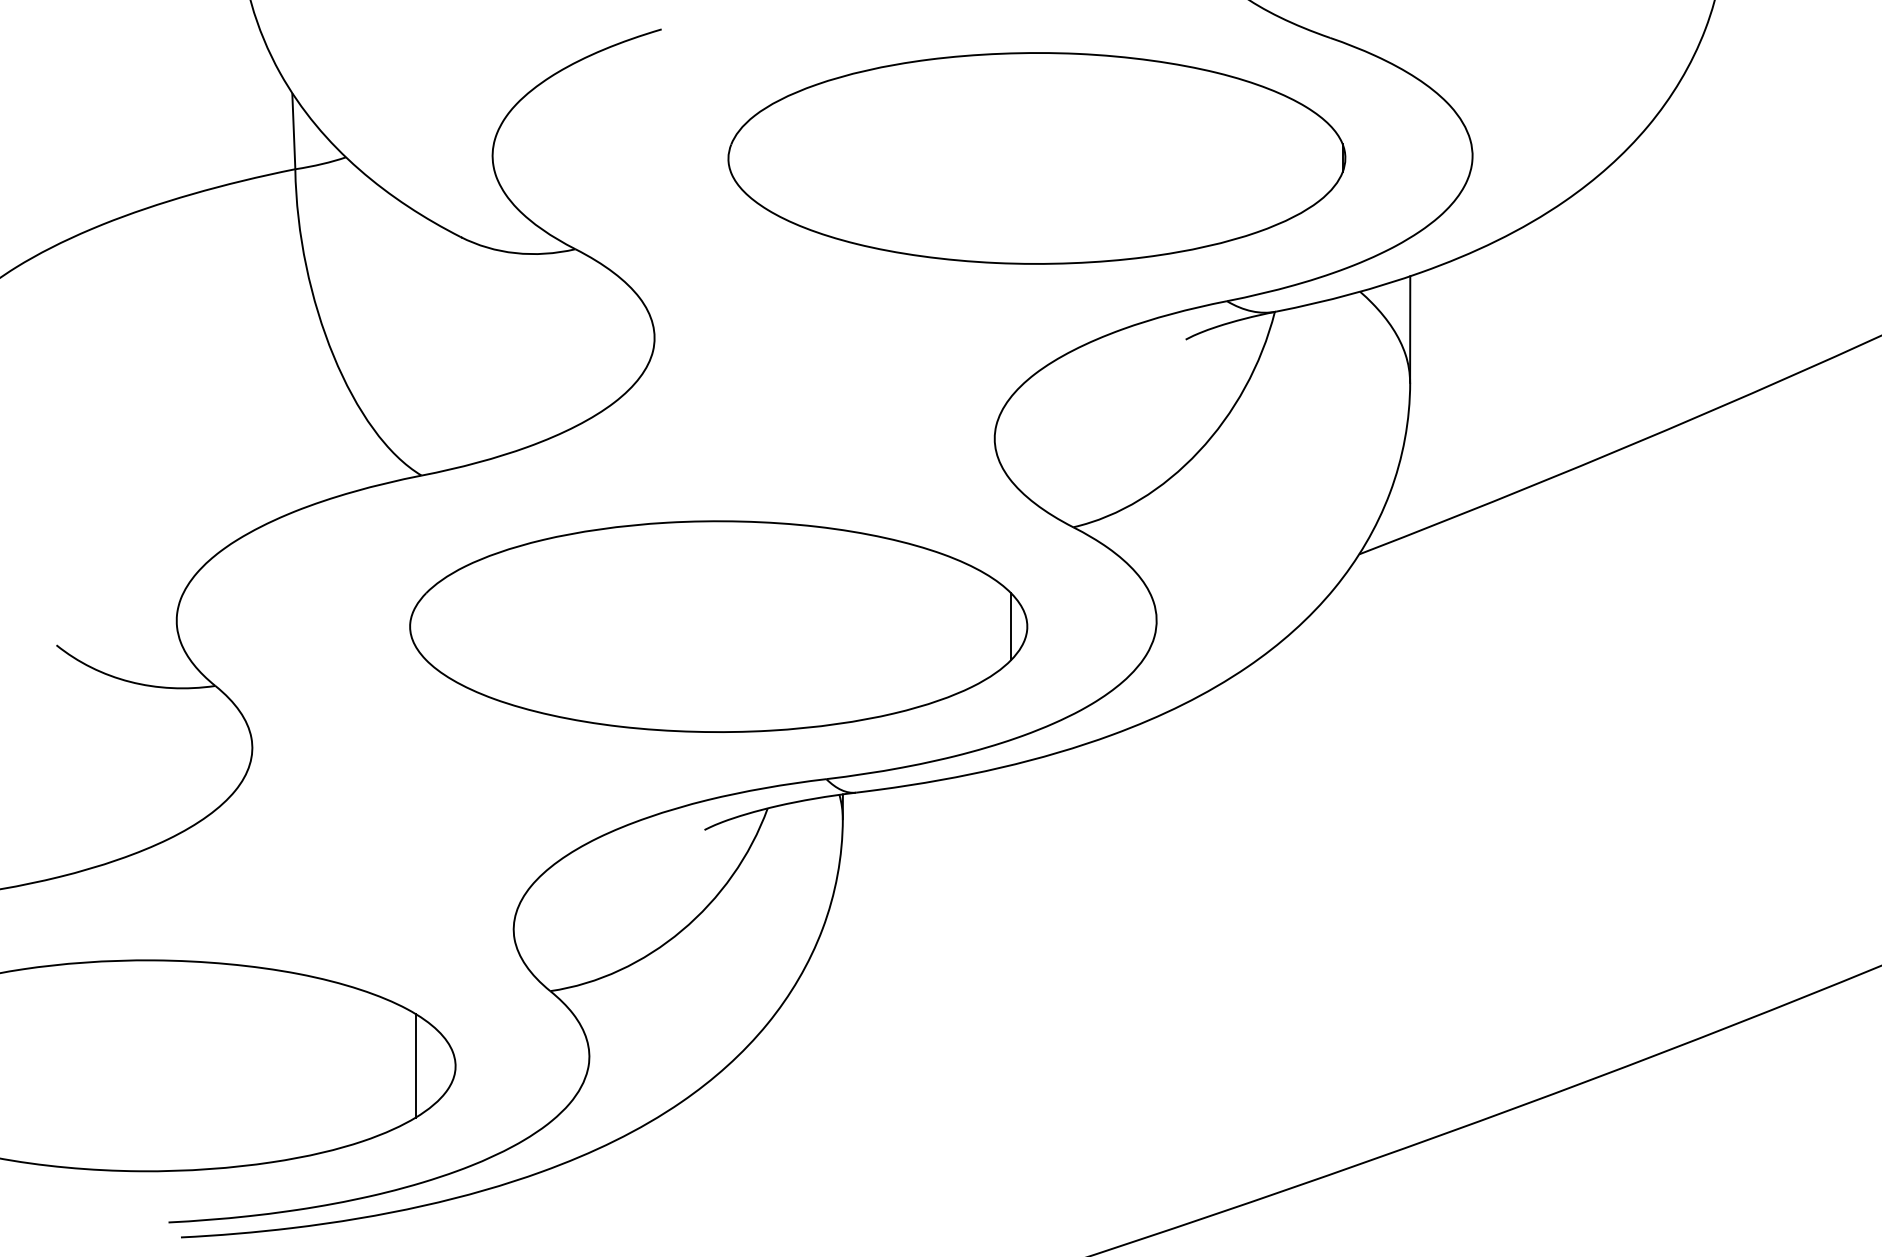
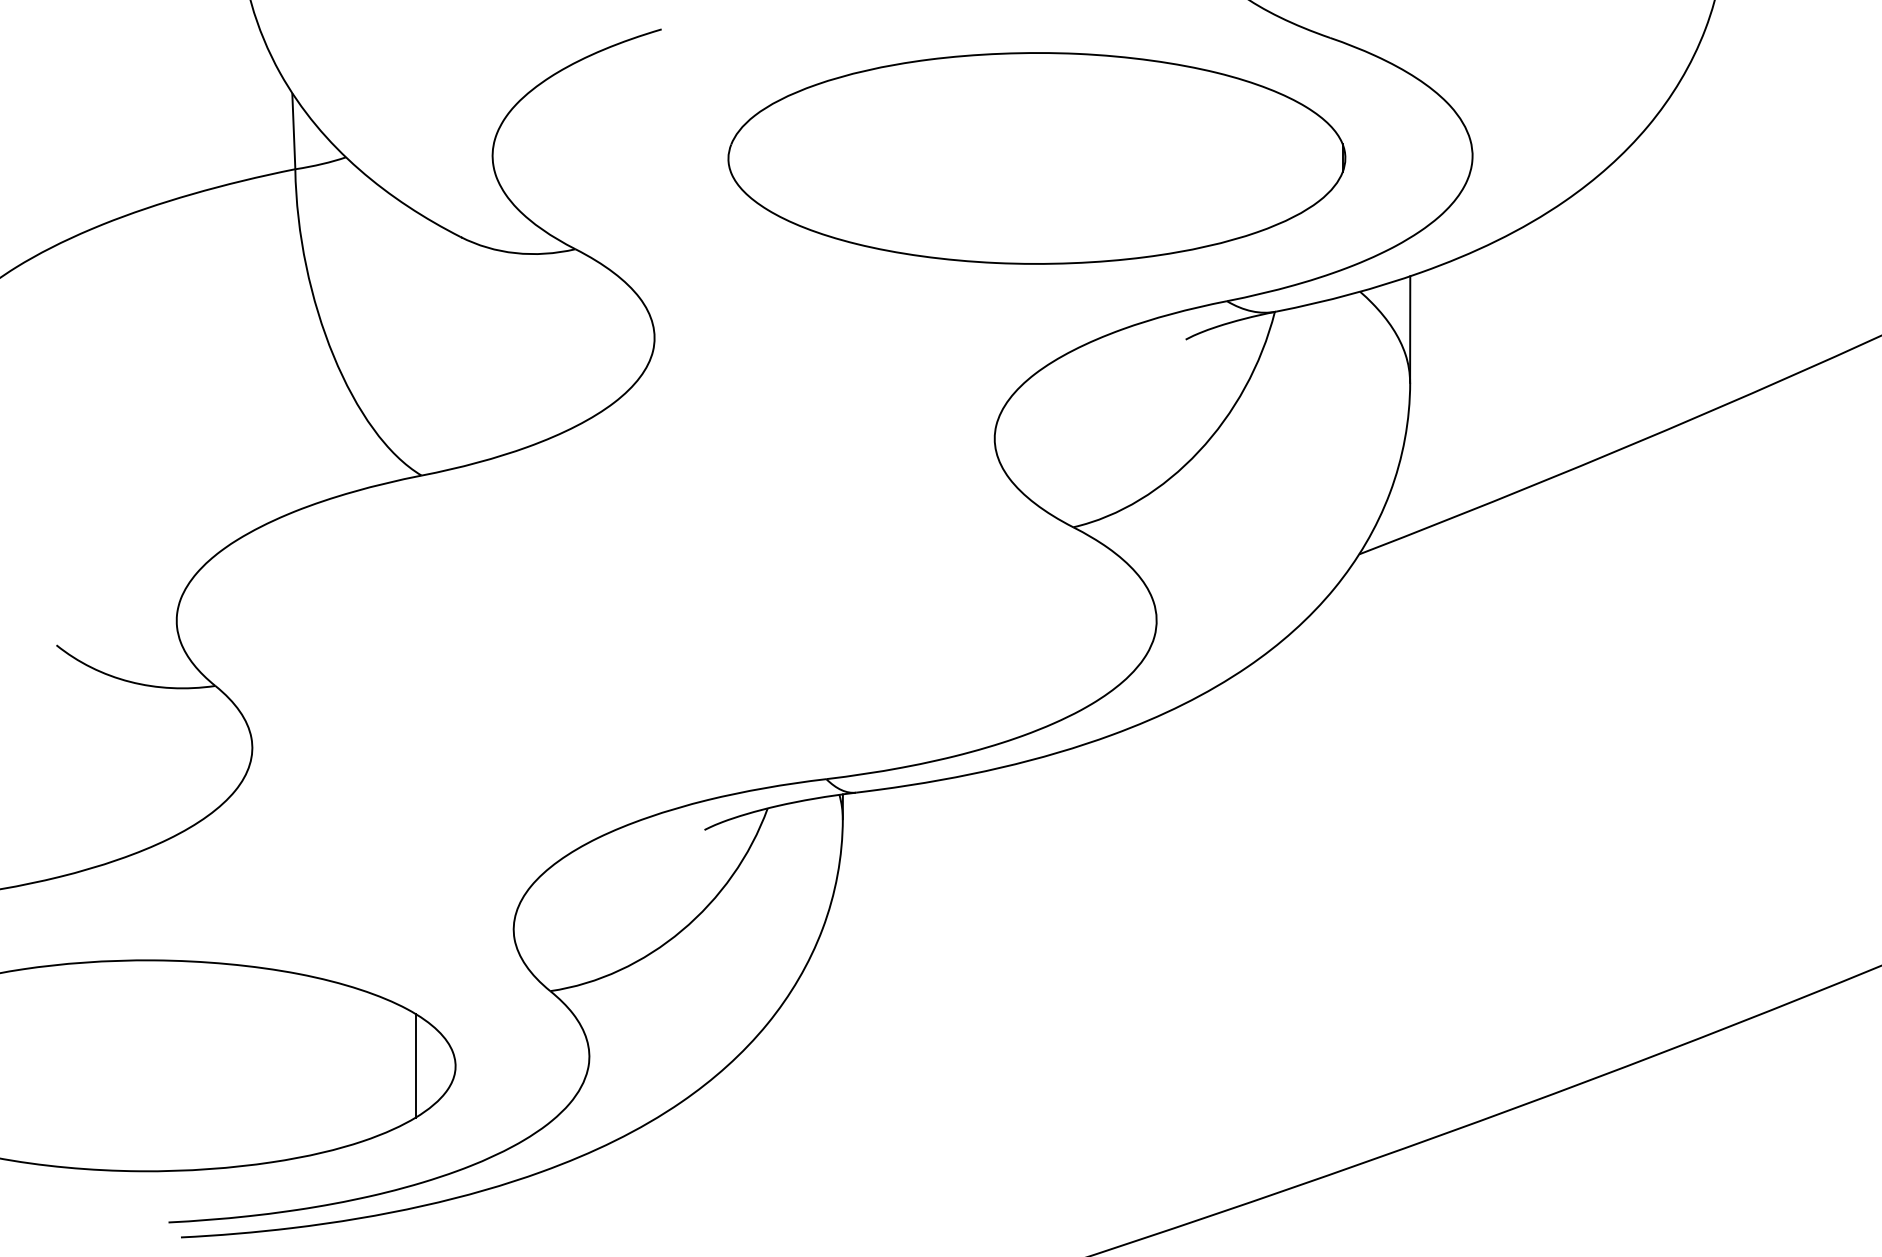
part at (718, 626): present -> none
